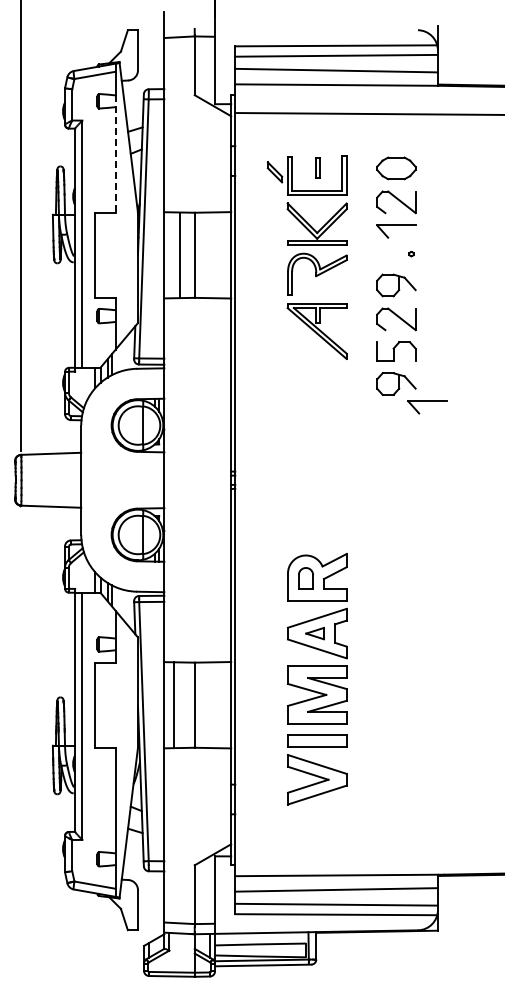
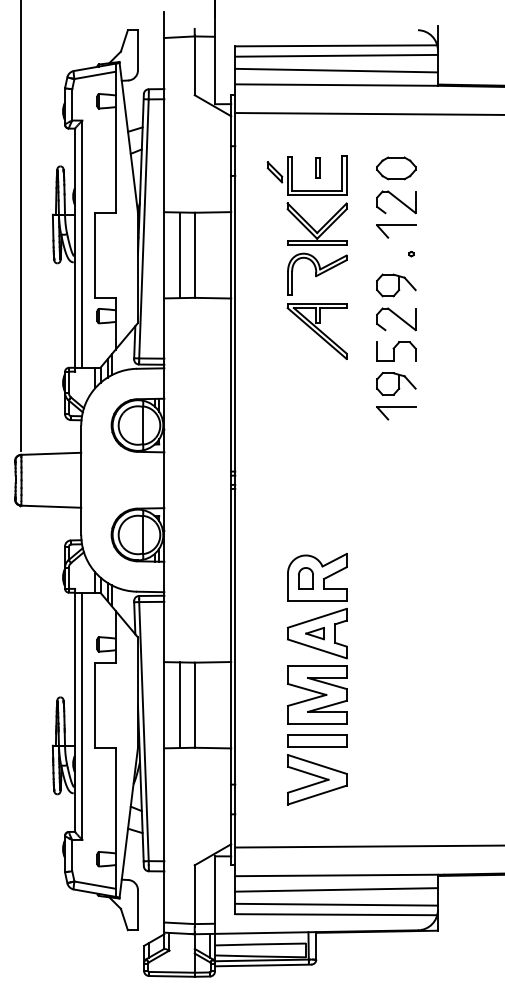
line at (115, 154): dashed -> solid
part at (427, 407) position: (427, 407) -> (396, 413)
line at (174, 705) position: (174, 705) -> (180, 705)
line at (368, 846): none -> present
